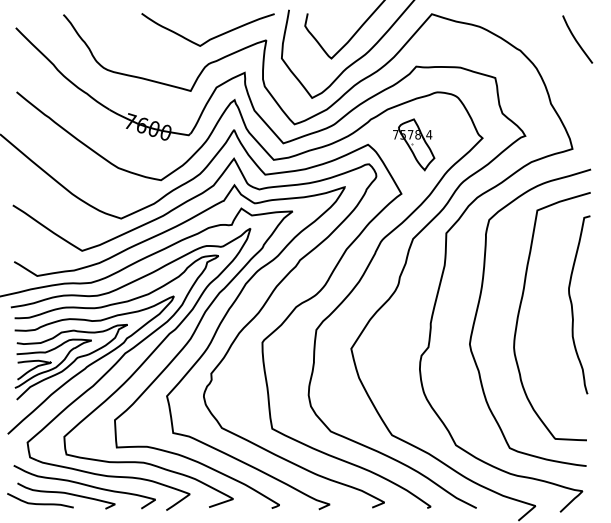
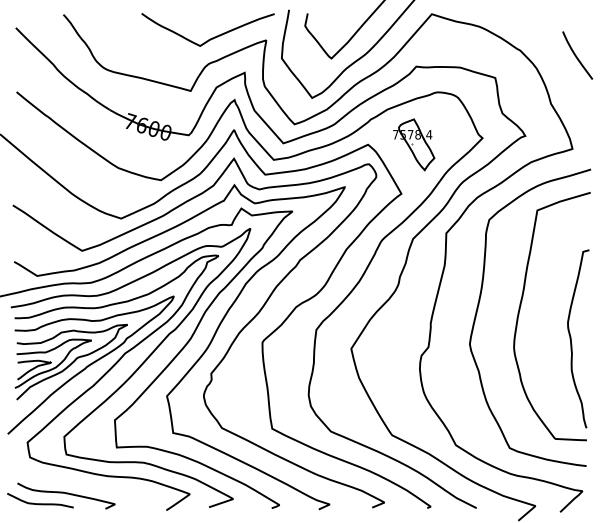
curve at (576, 39) position: (576, 39) -> (576, 55)
curve at (572, 304) position: (572, 304) -> (571, 338)
curve at (84, 485): present -> none
